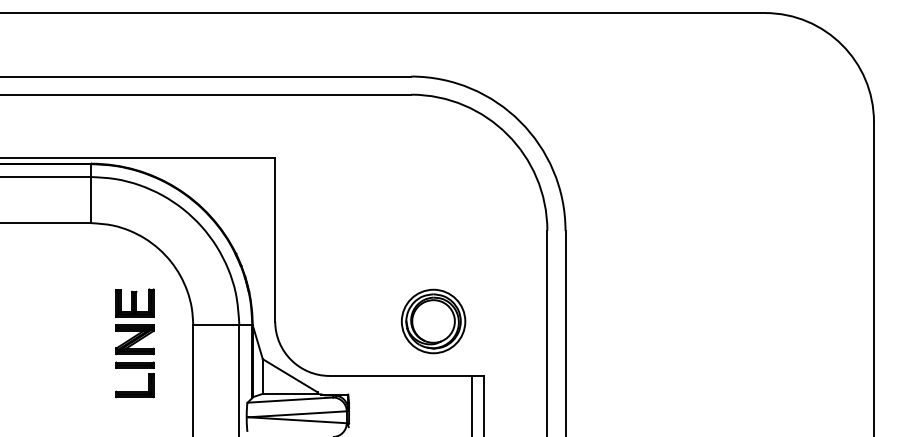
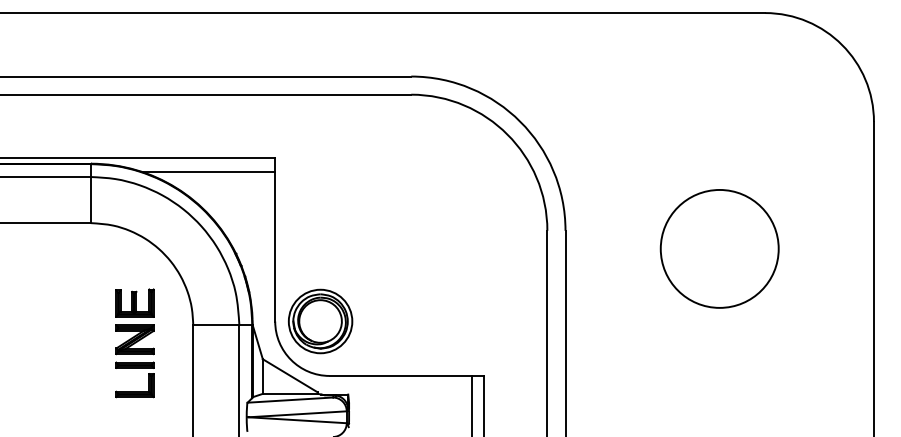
line at (208, 171): none -> present
circle at (719, 248): none -> present
part at (433, 321) position: (433, 321) -> (320, 321)
